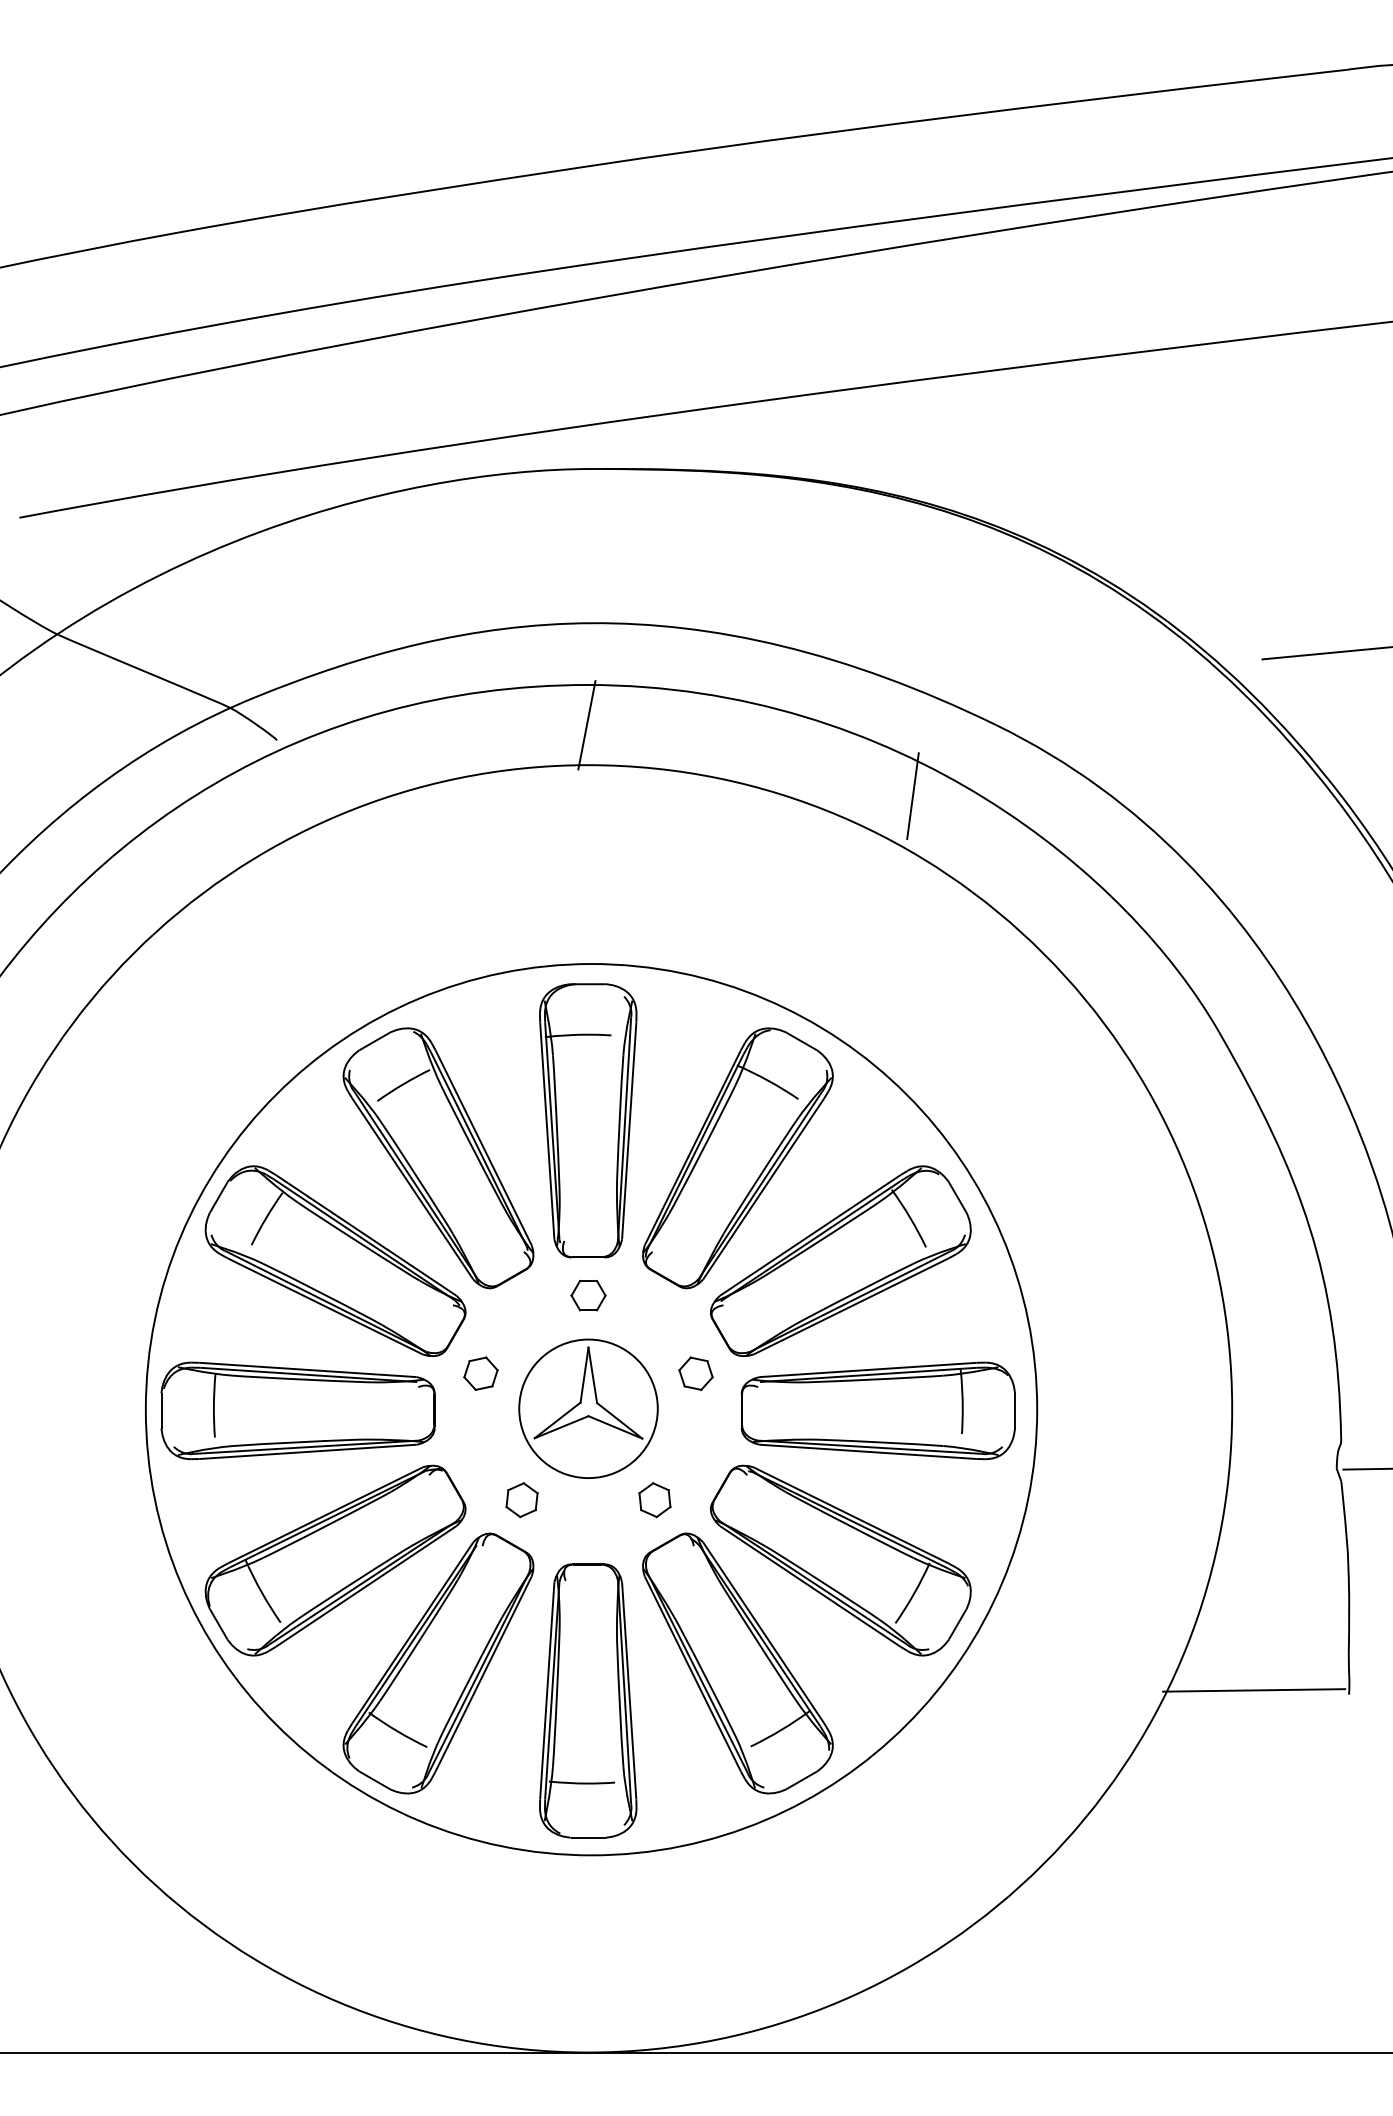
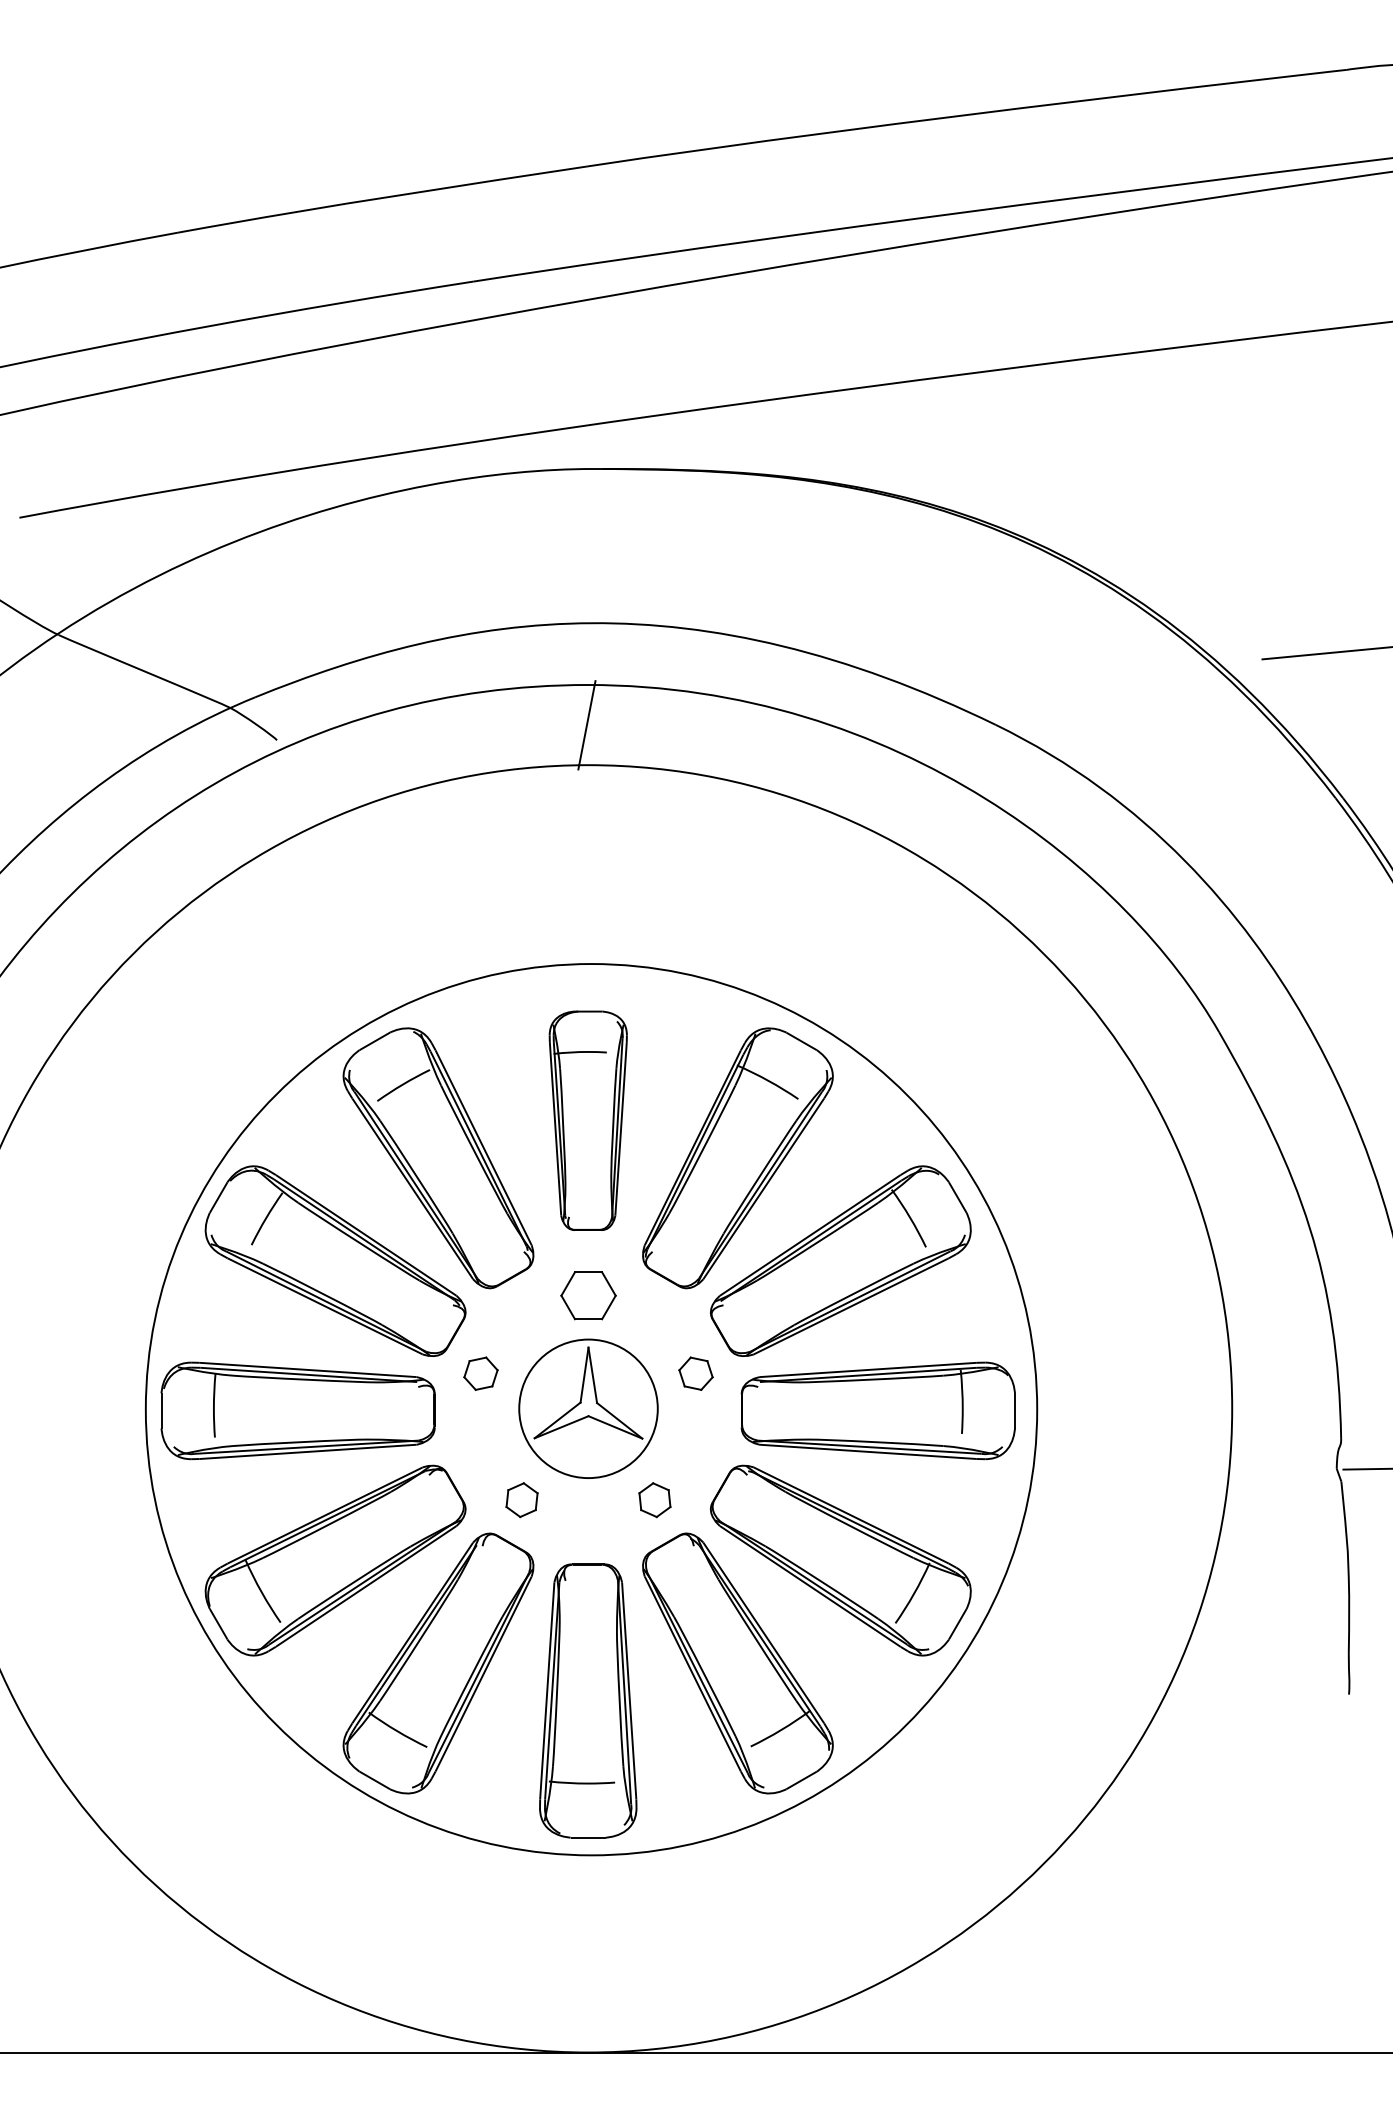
line at (912, 796): present -> none
part at (588, 1120) size: 99x276 px -> 80x221 px
part at (588, 1295) size: 37x33 px -> 57x50 px
line at (1254, 1690): present -> none
